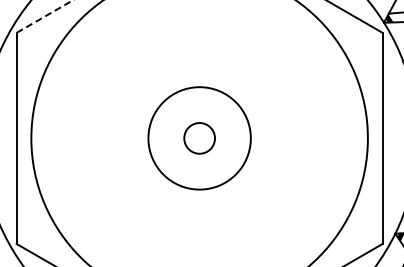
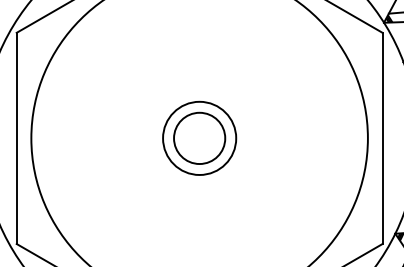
line at (45, 16): dashed -> solid
circle at (199, 138) diameter: 102 px -> 73 px
circle at (199, 138) diameter: 31 px -> 51 px
